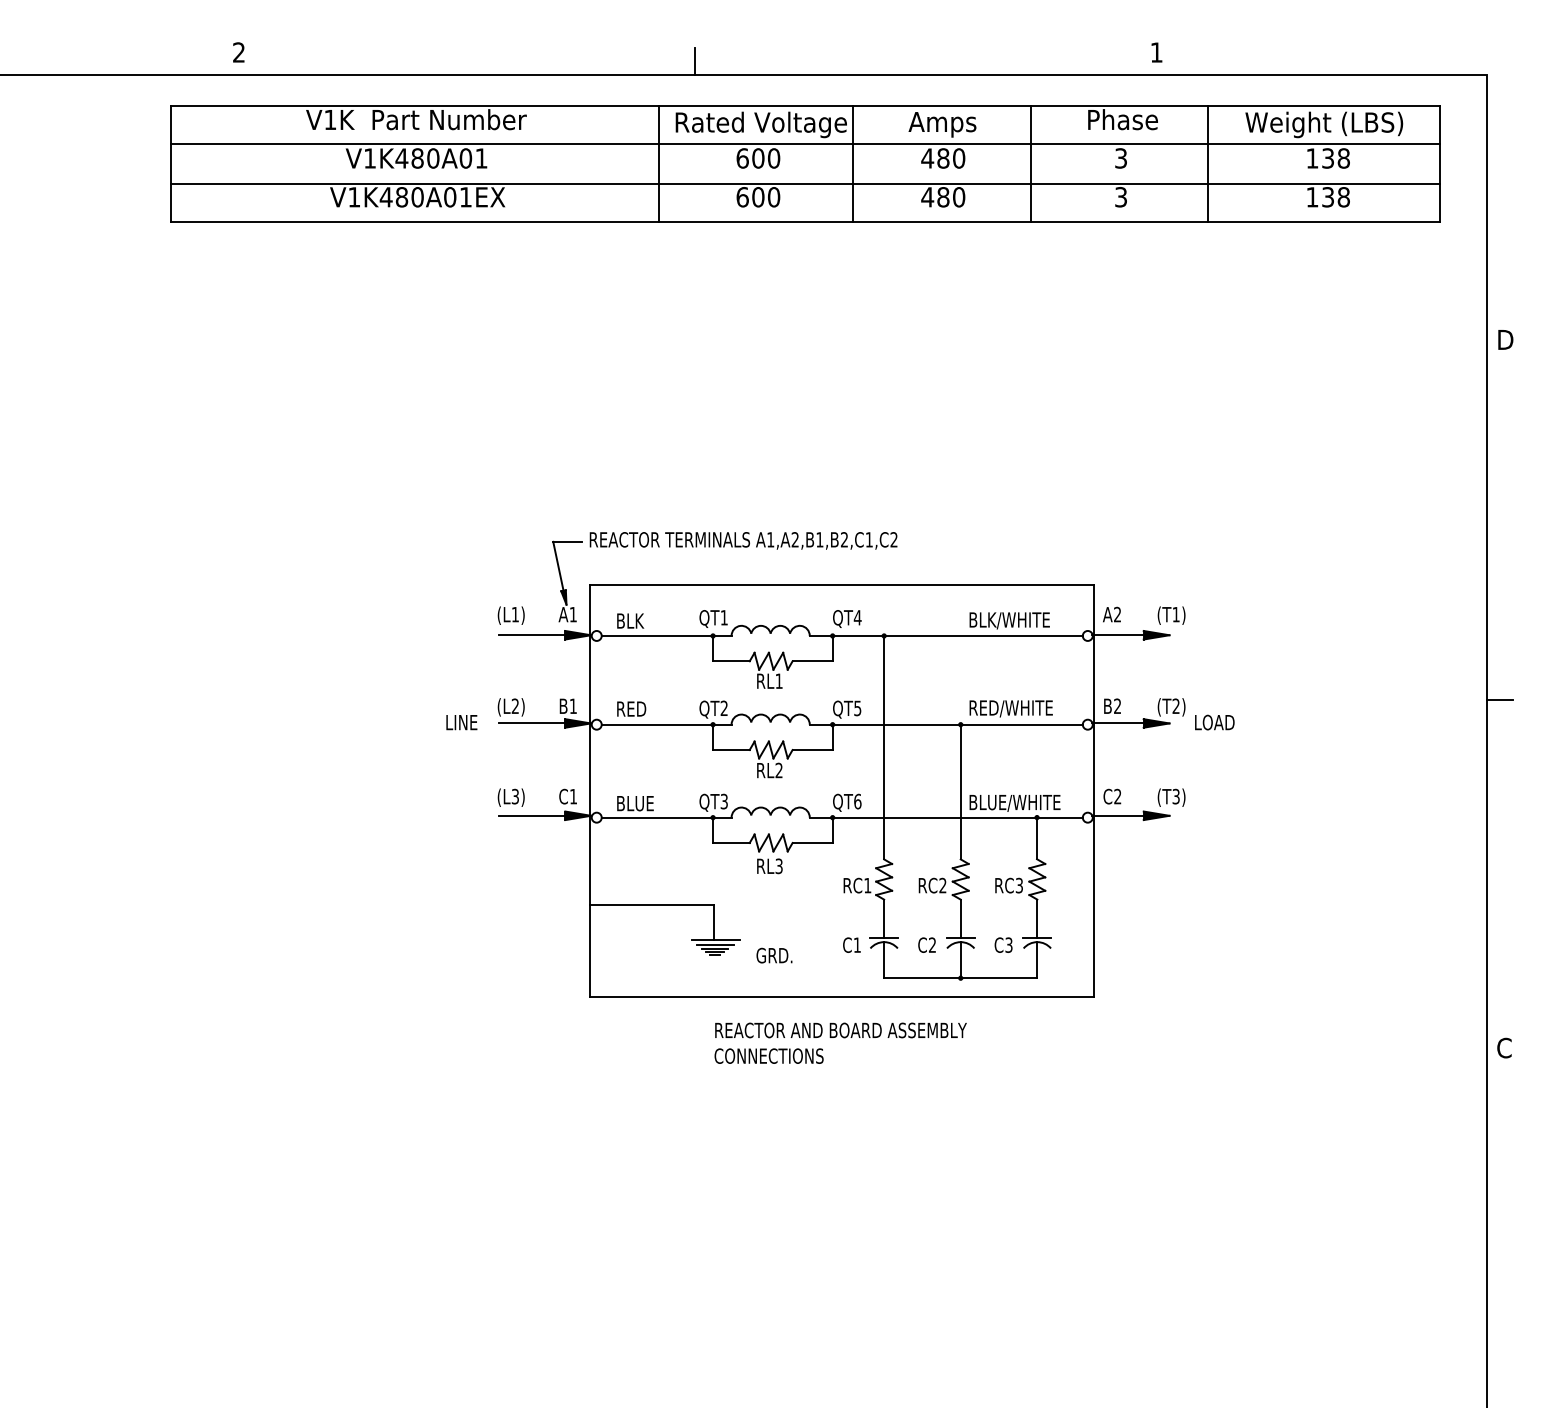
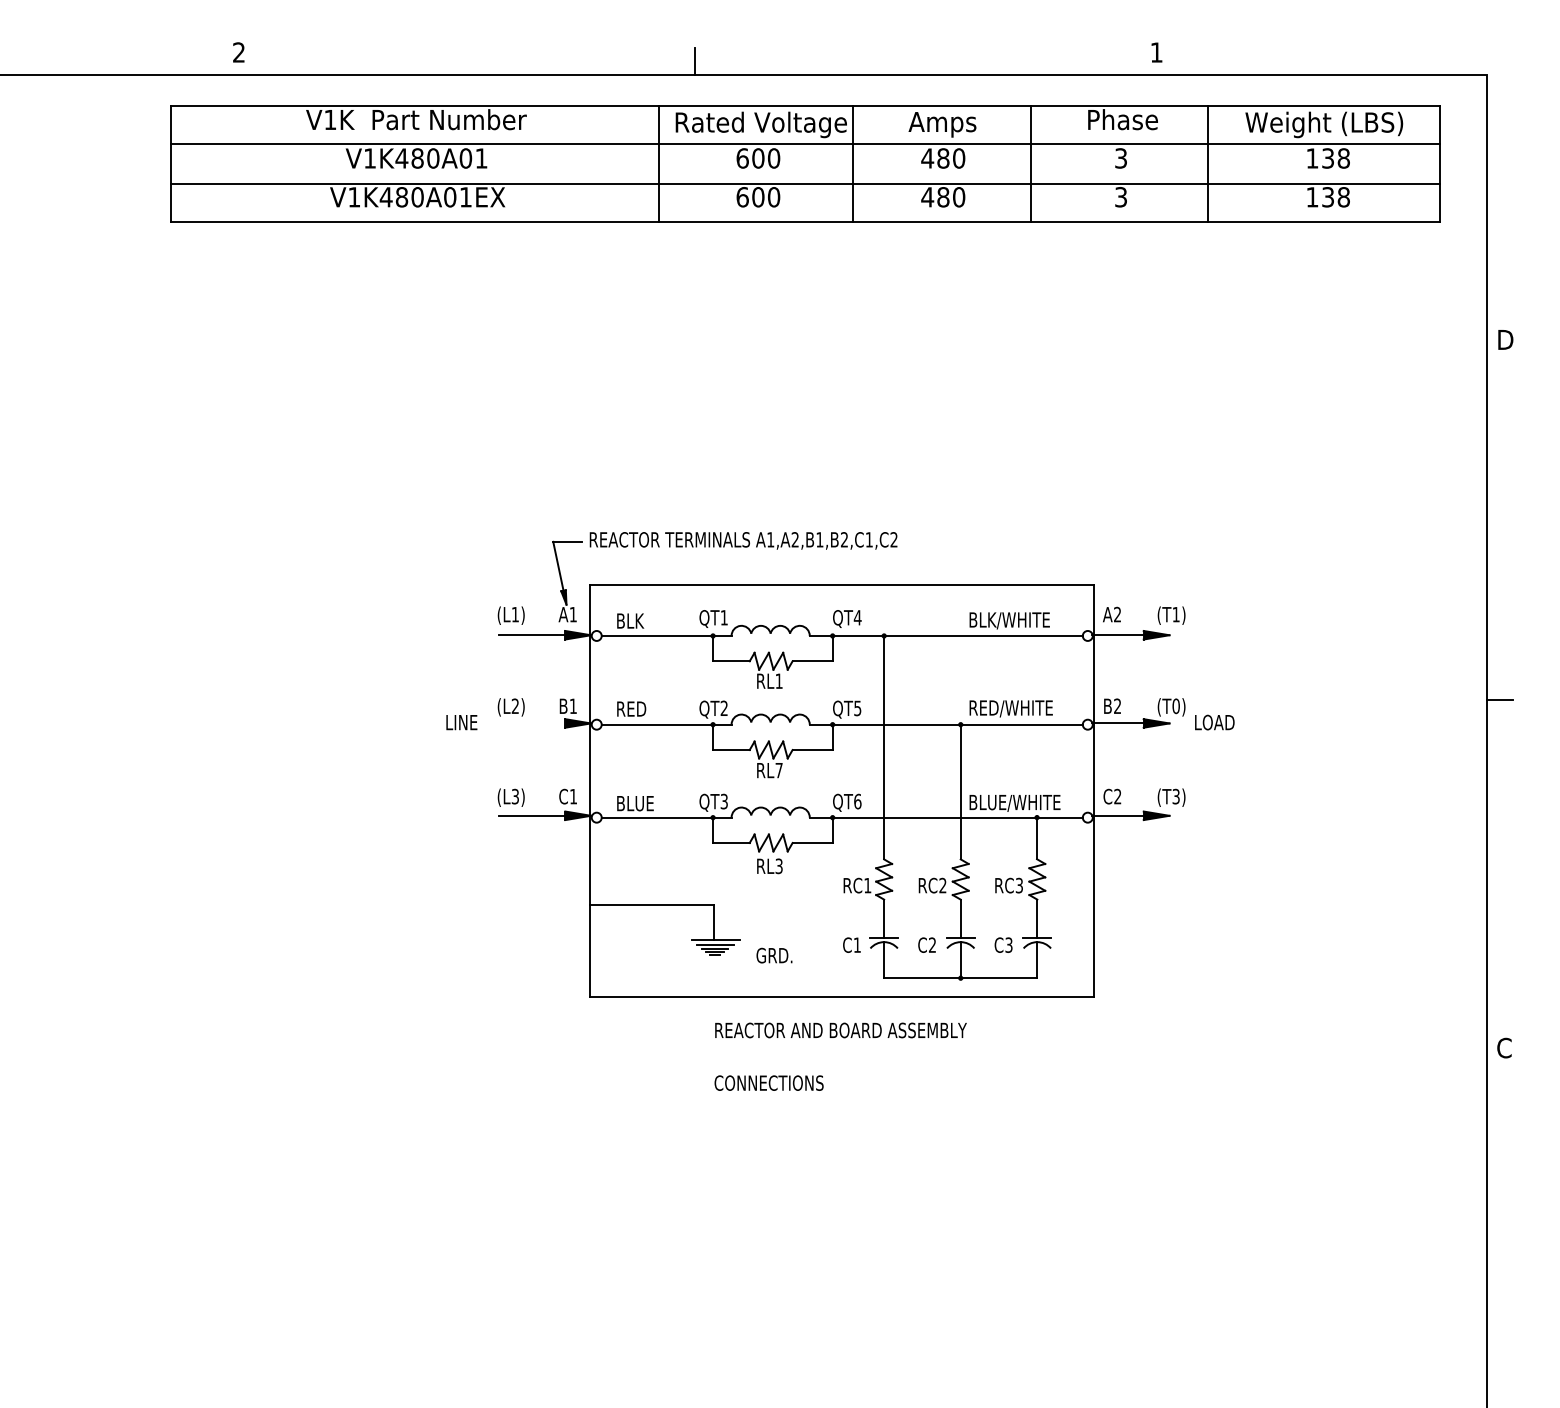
text at (1175, 706): (T2) -> (T0)
line at (532, 723): present -> none
text at (778, 770): RL2 -> RL7
text at (768, 1055) position: (768, 1055) -> (768, 1082)
